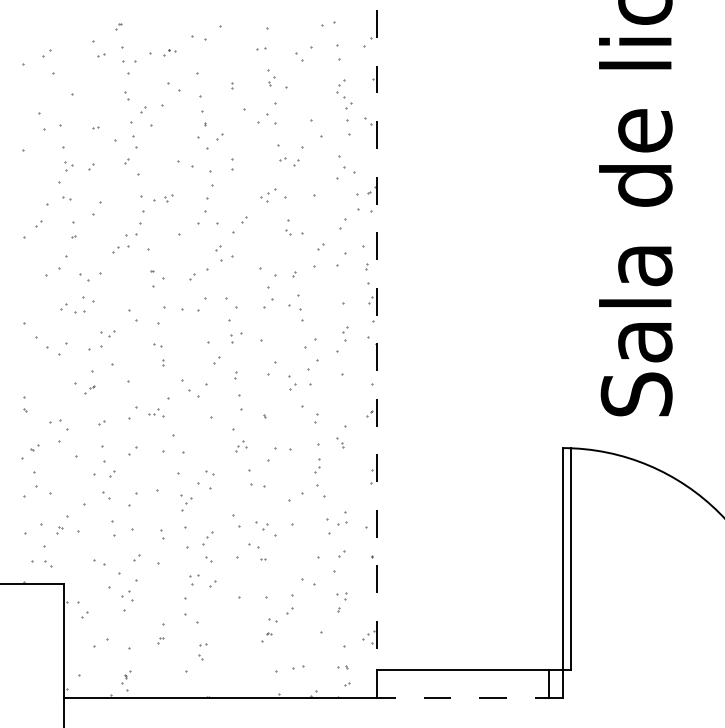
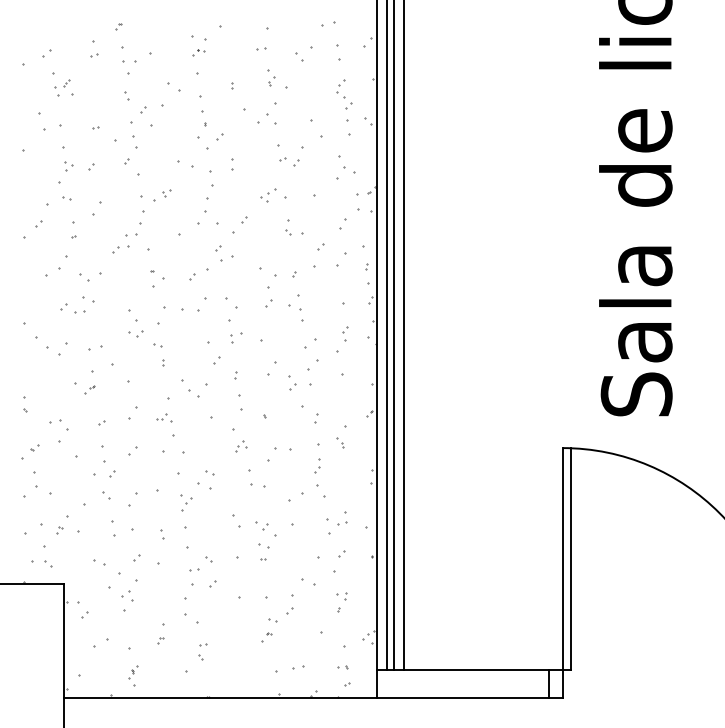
part at (169, 52) position: (169, 52) -> (198, 52)
part at (101, 55) position: (101, 55) -> (94, 55)
part at (62, 87): none -> present
part at (168, 198) position: (168, 198) -> (166, 193)
part at (268, 303) size: 11x11 px -> 8x9 px
part at (107, 333) position: (107, 333) -> (135, 333)
line at (376, 335): dashed -> solid
line at (386, 336): none -> present
line at (393, 336): none -> present
line at (404, 336): none -> present
part at (156, 412) position: (156, 412) -> (164, 417)
part at (207, 538): present -> none
part at (253, 545) position: (253, 545) -> (263, 545)
part at (194, 575) position: (194, 575) -> (194, 569)
part at (126, 680) position: (126, 680) -> (133, 675)
line at (469, 697): dashed -> solid
